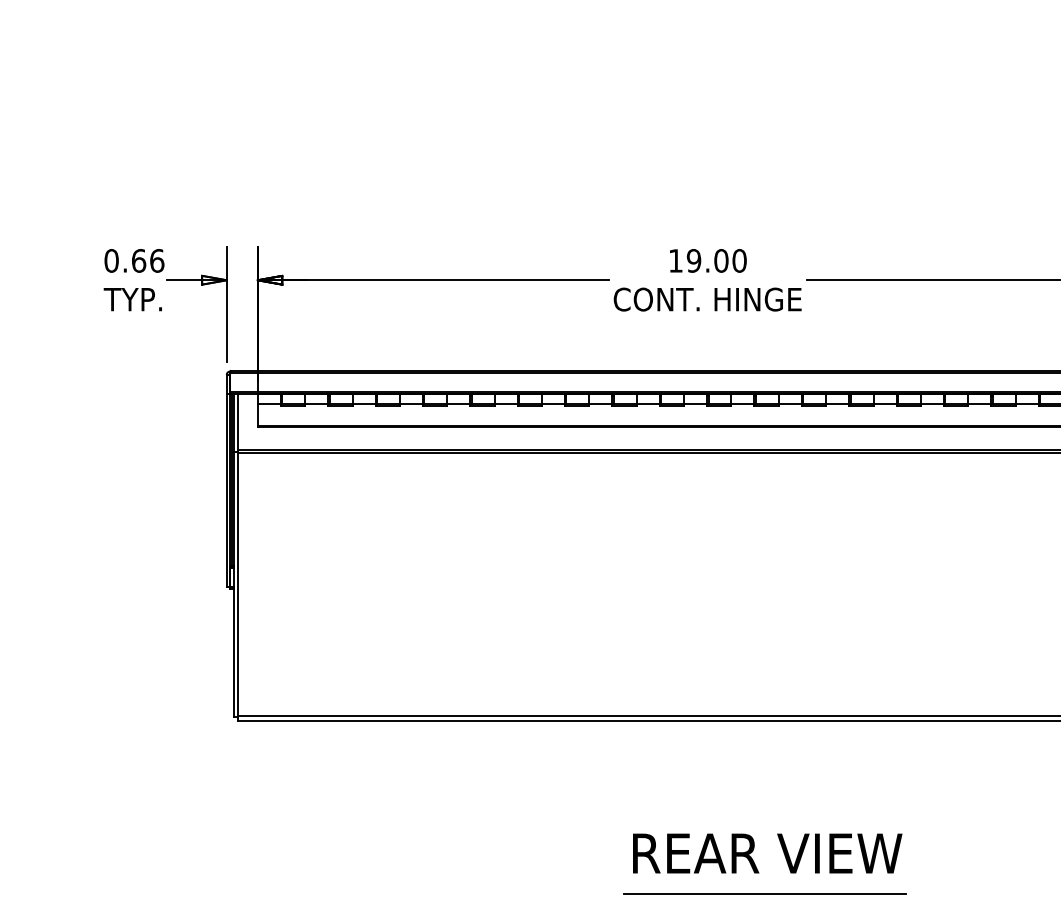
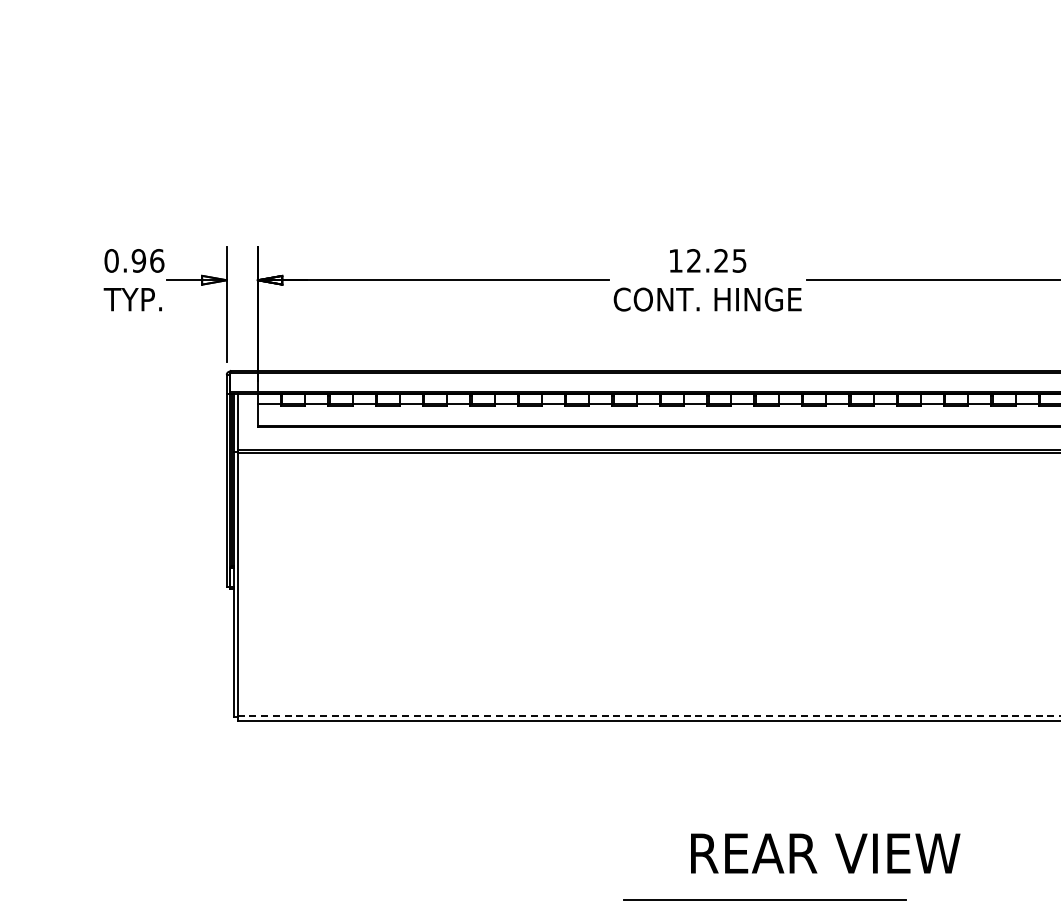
text at (138, 260): 0.66 -> 0.96
text at (716, 260): 19.00 -> 12.25
line at (649, 715): solid -> dashed
text at (767, 853) position: (767, 853) -> (825, 853)
line at (764, 893) position: (764, 893) -> (764, 899)
